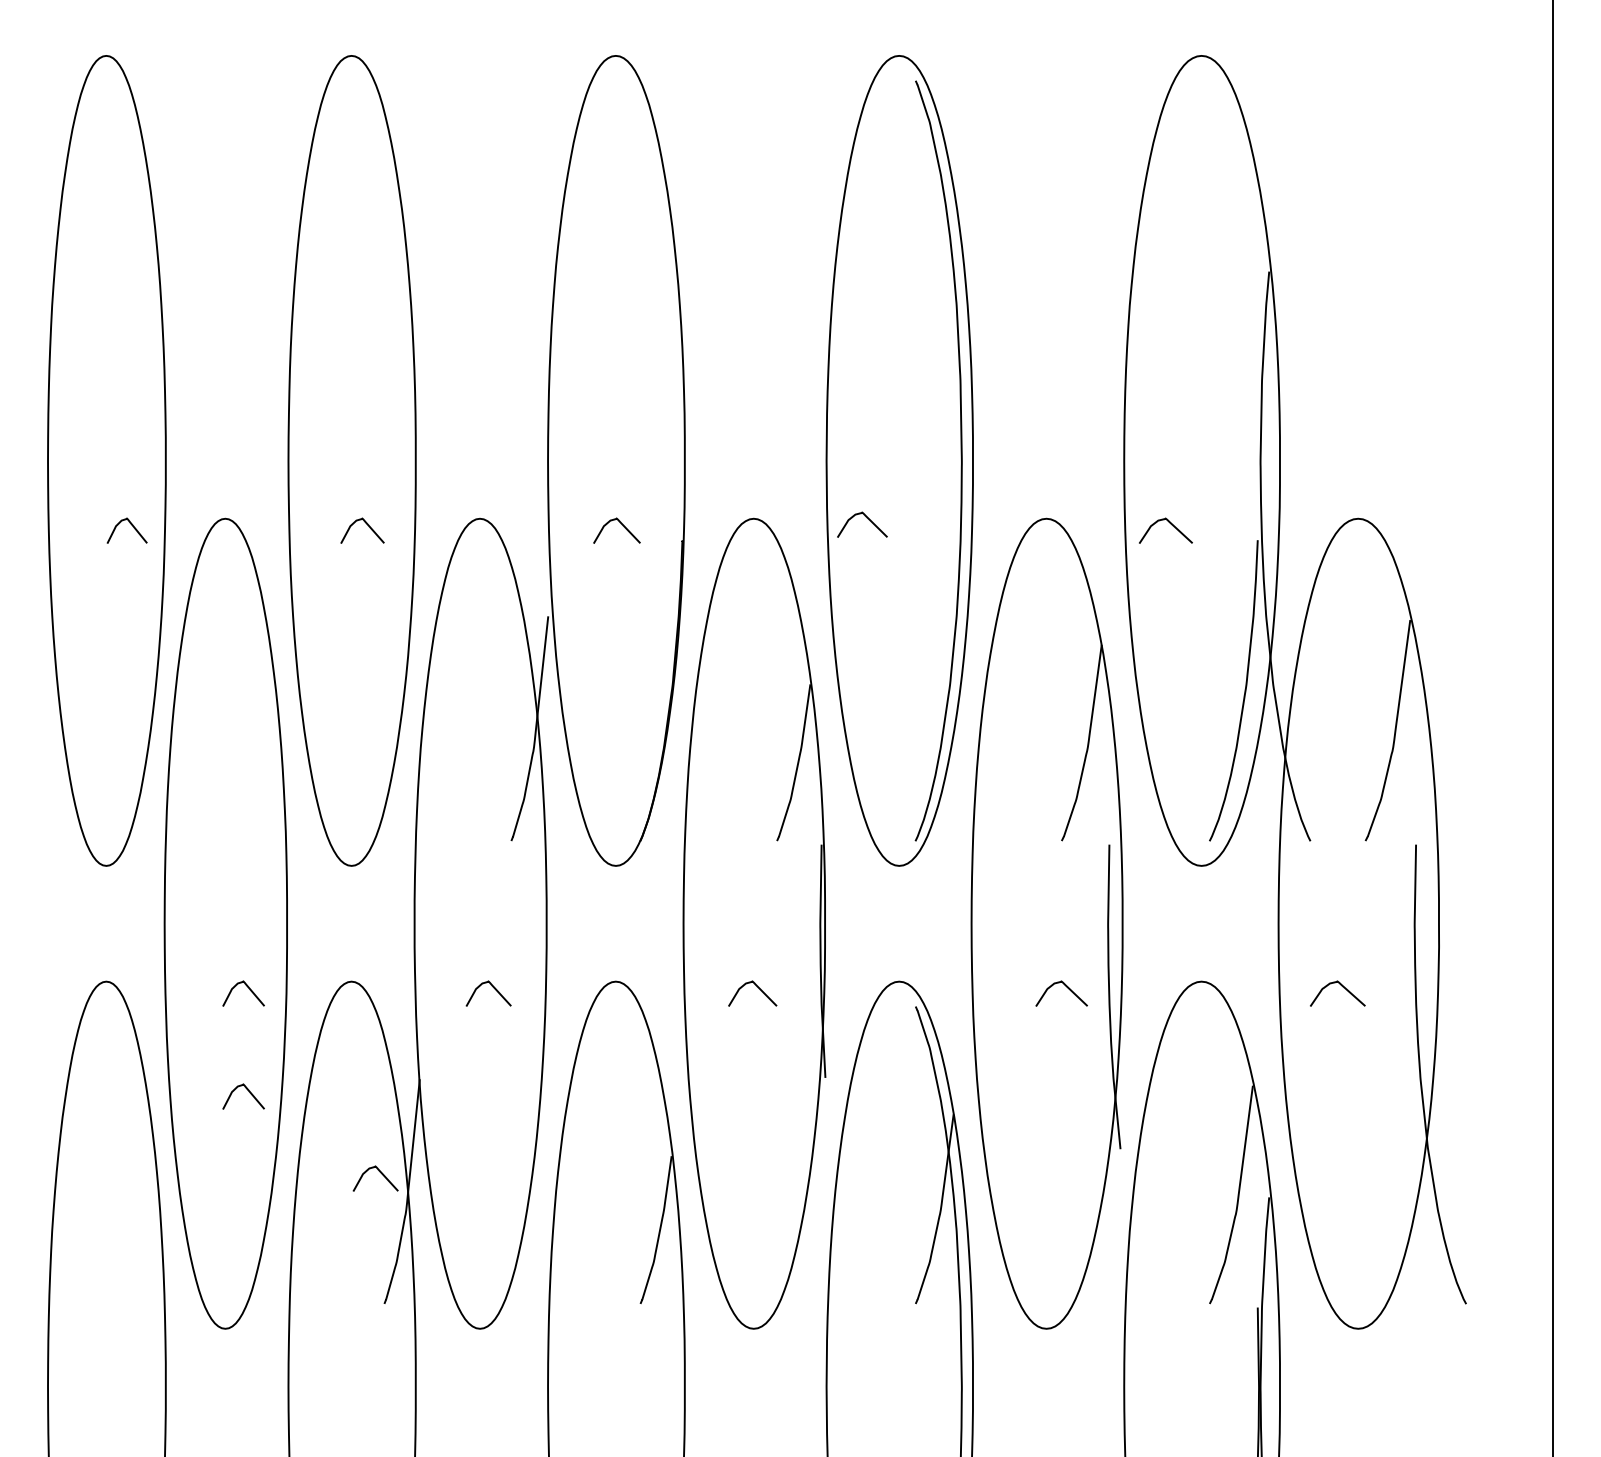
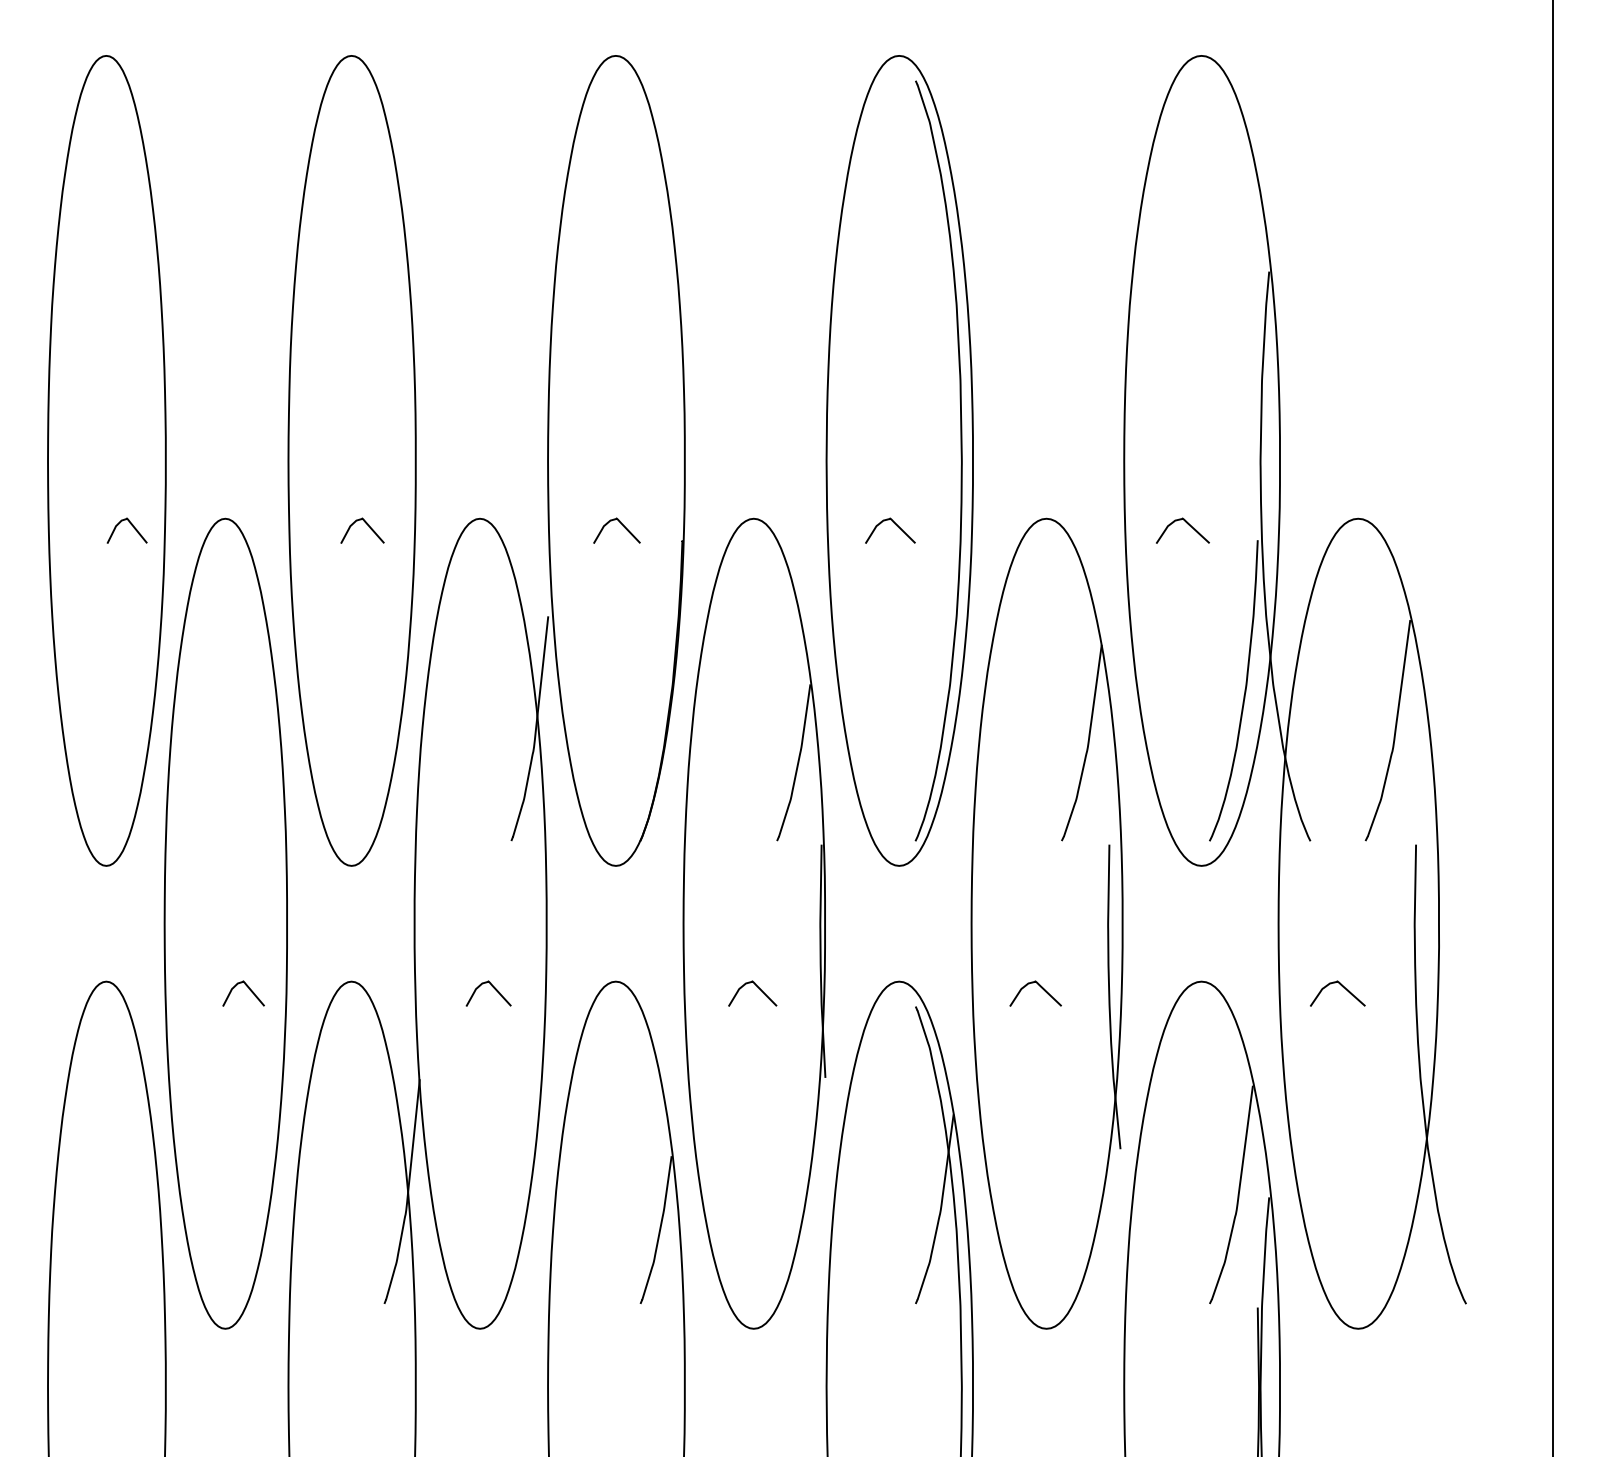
curve at (866, 518) position: (866, 518) -> (894, 524)
curve at (1170, 524) position: (1170, 524) -> (1187, 524)
curve at (1066, 987) position: (1066, 987) -> (1040, 987)
curve at (249, 1093): present -> none
curve at (380, 1173): present -> none
